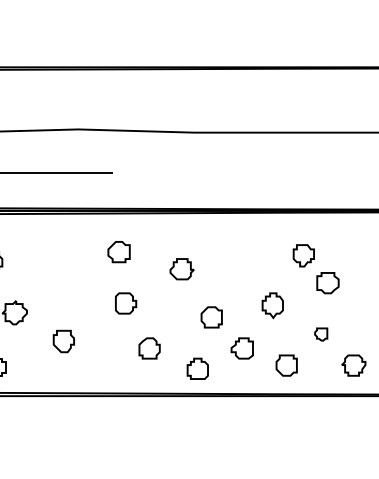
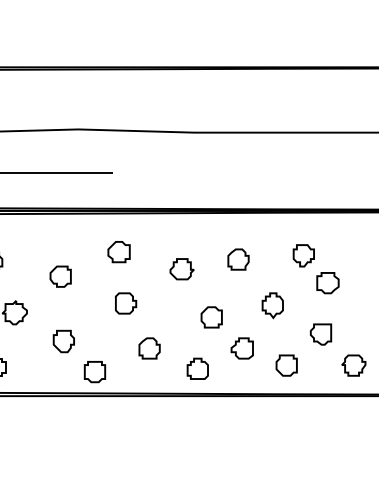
part at (238, 259): none -> present
part at (60, 276): none -> present
part at (321, 334) size: 15x15 px -> 23x23 px
part at (94, 372): none -> present
